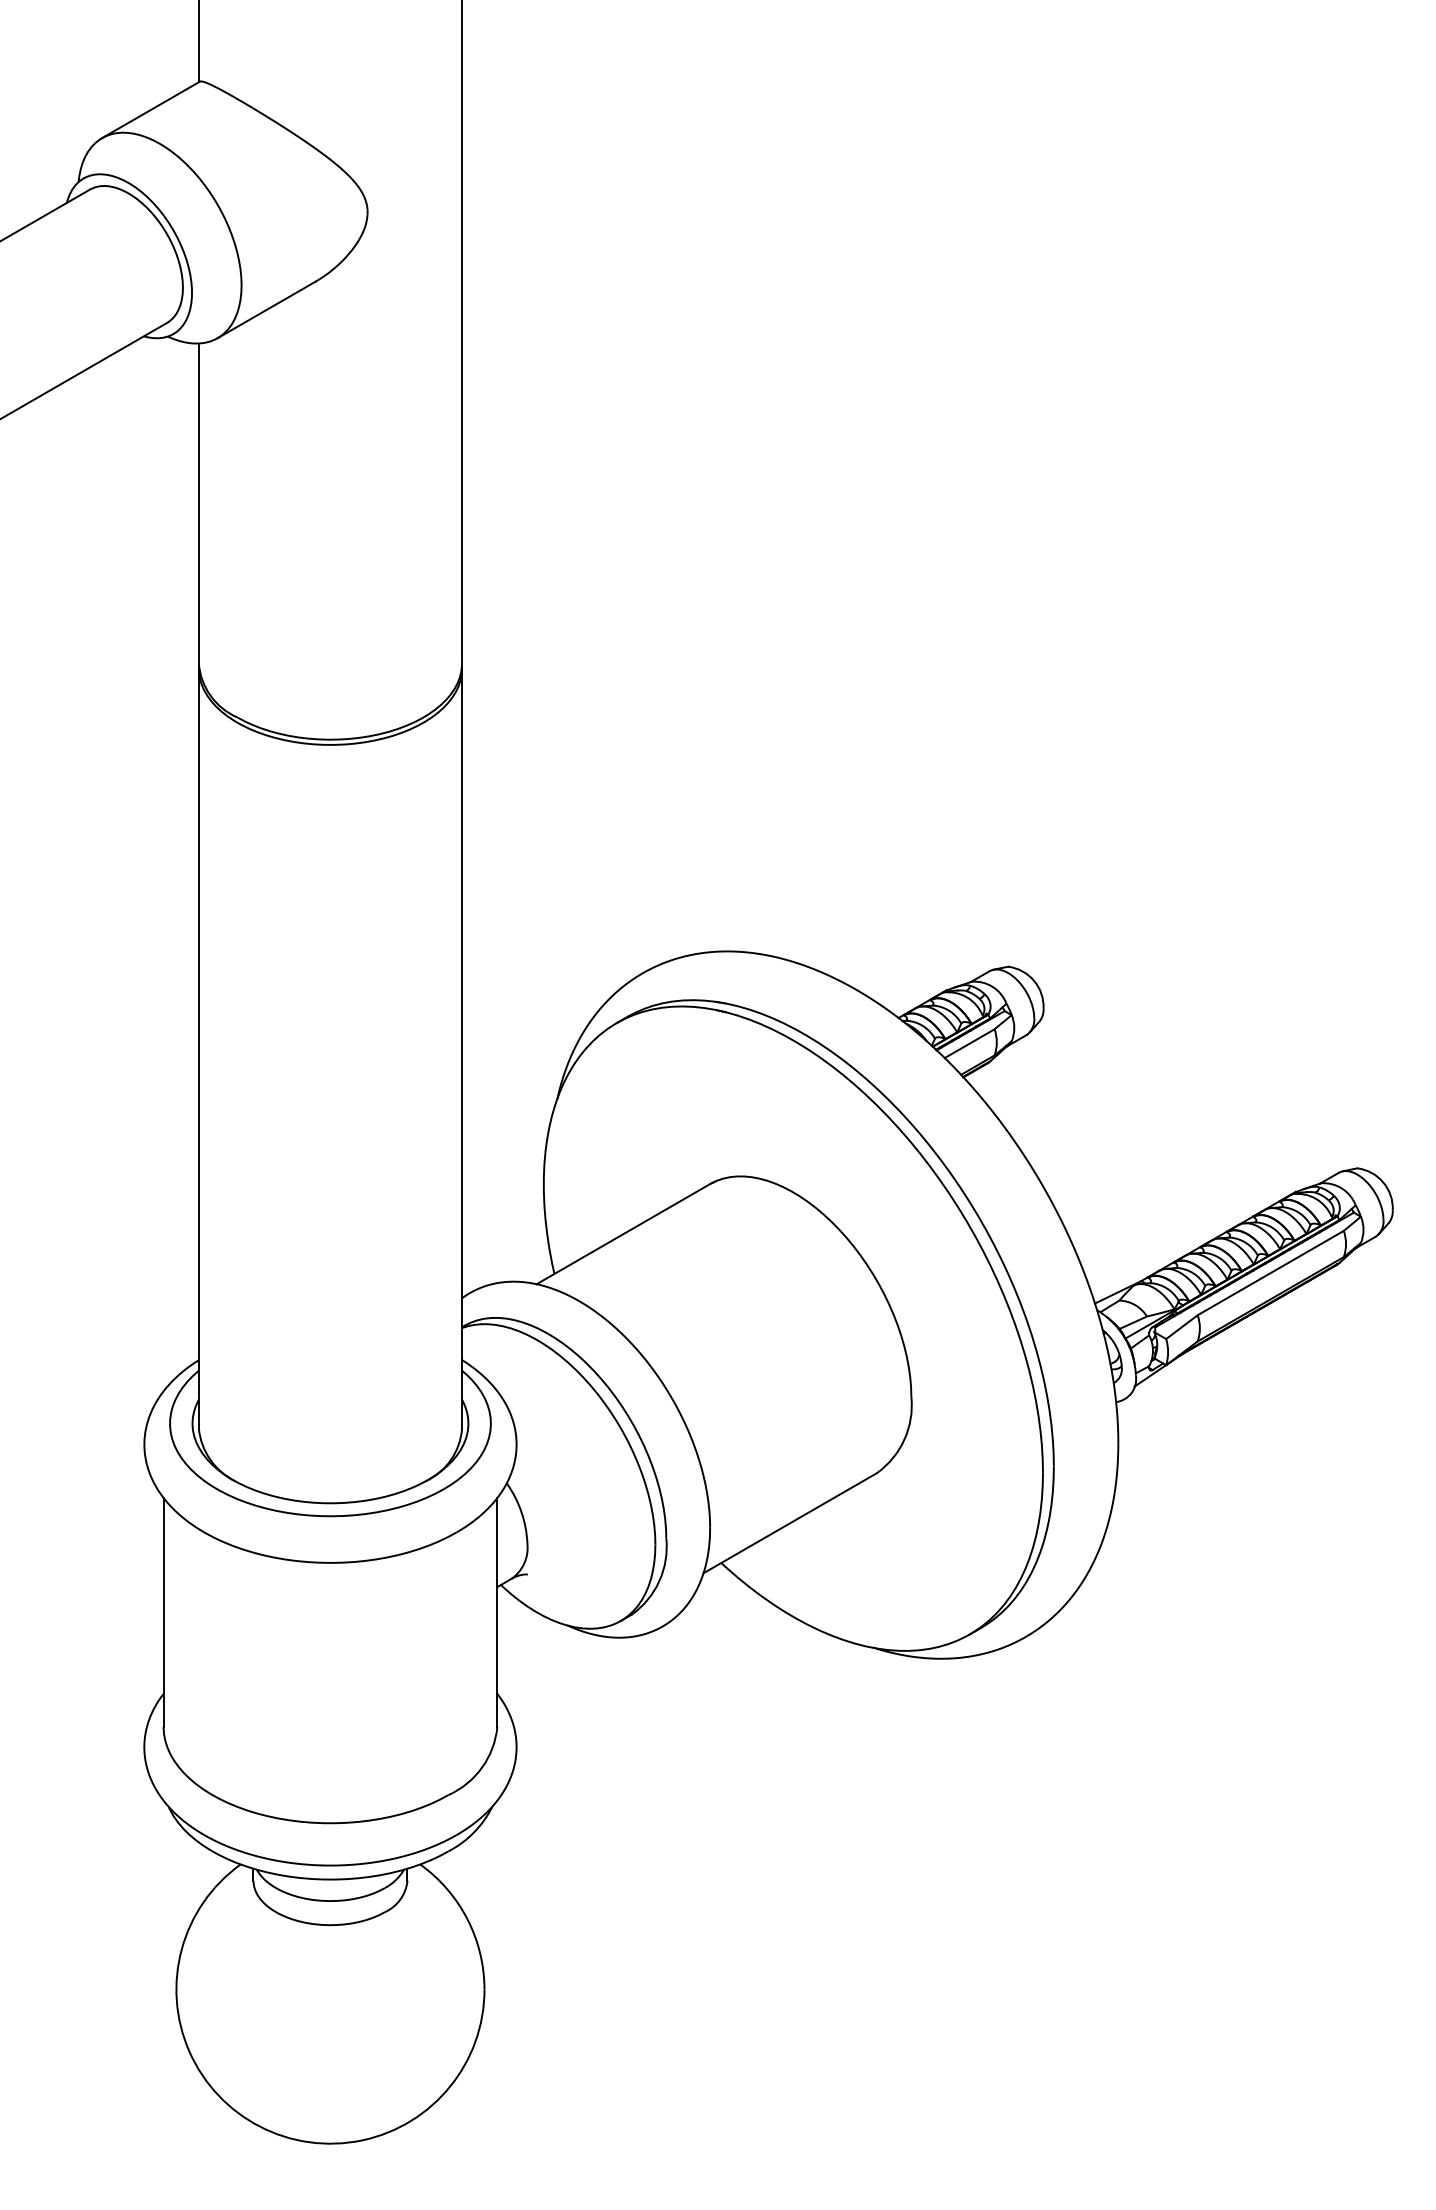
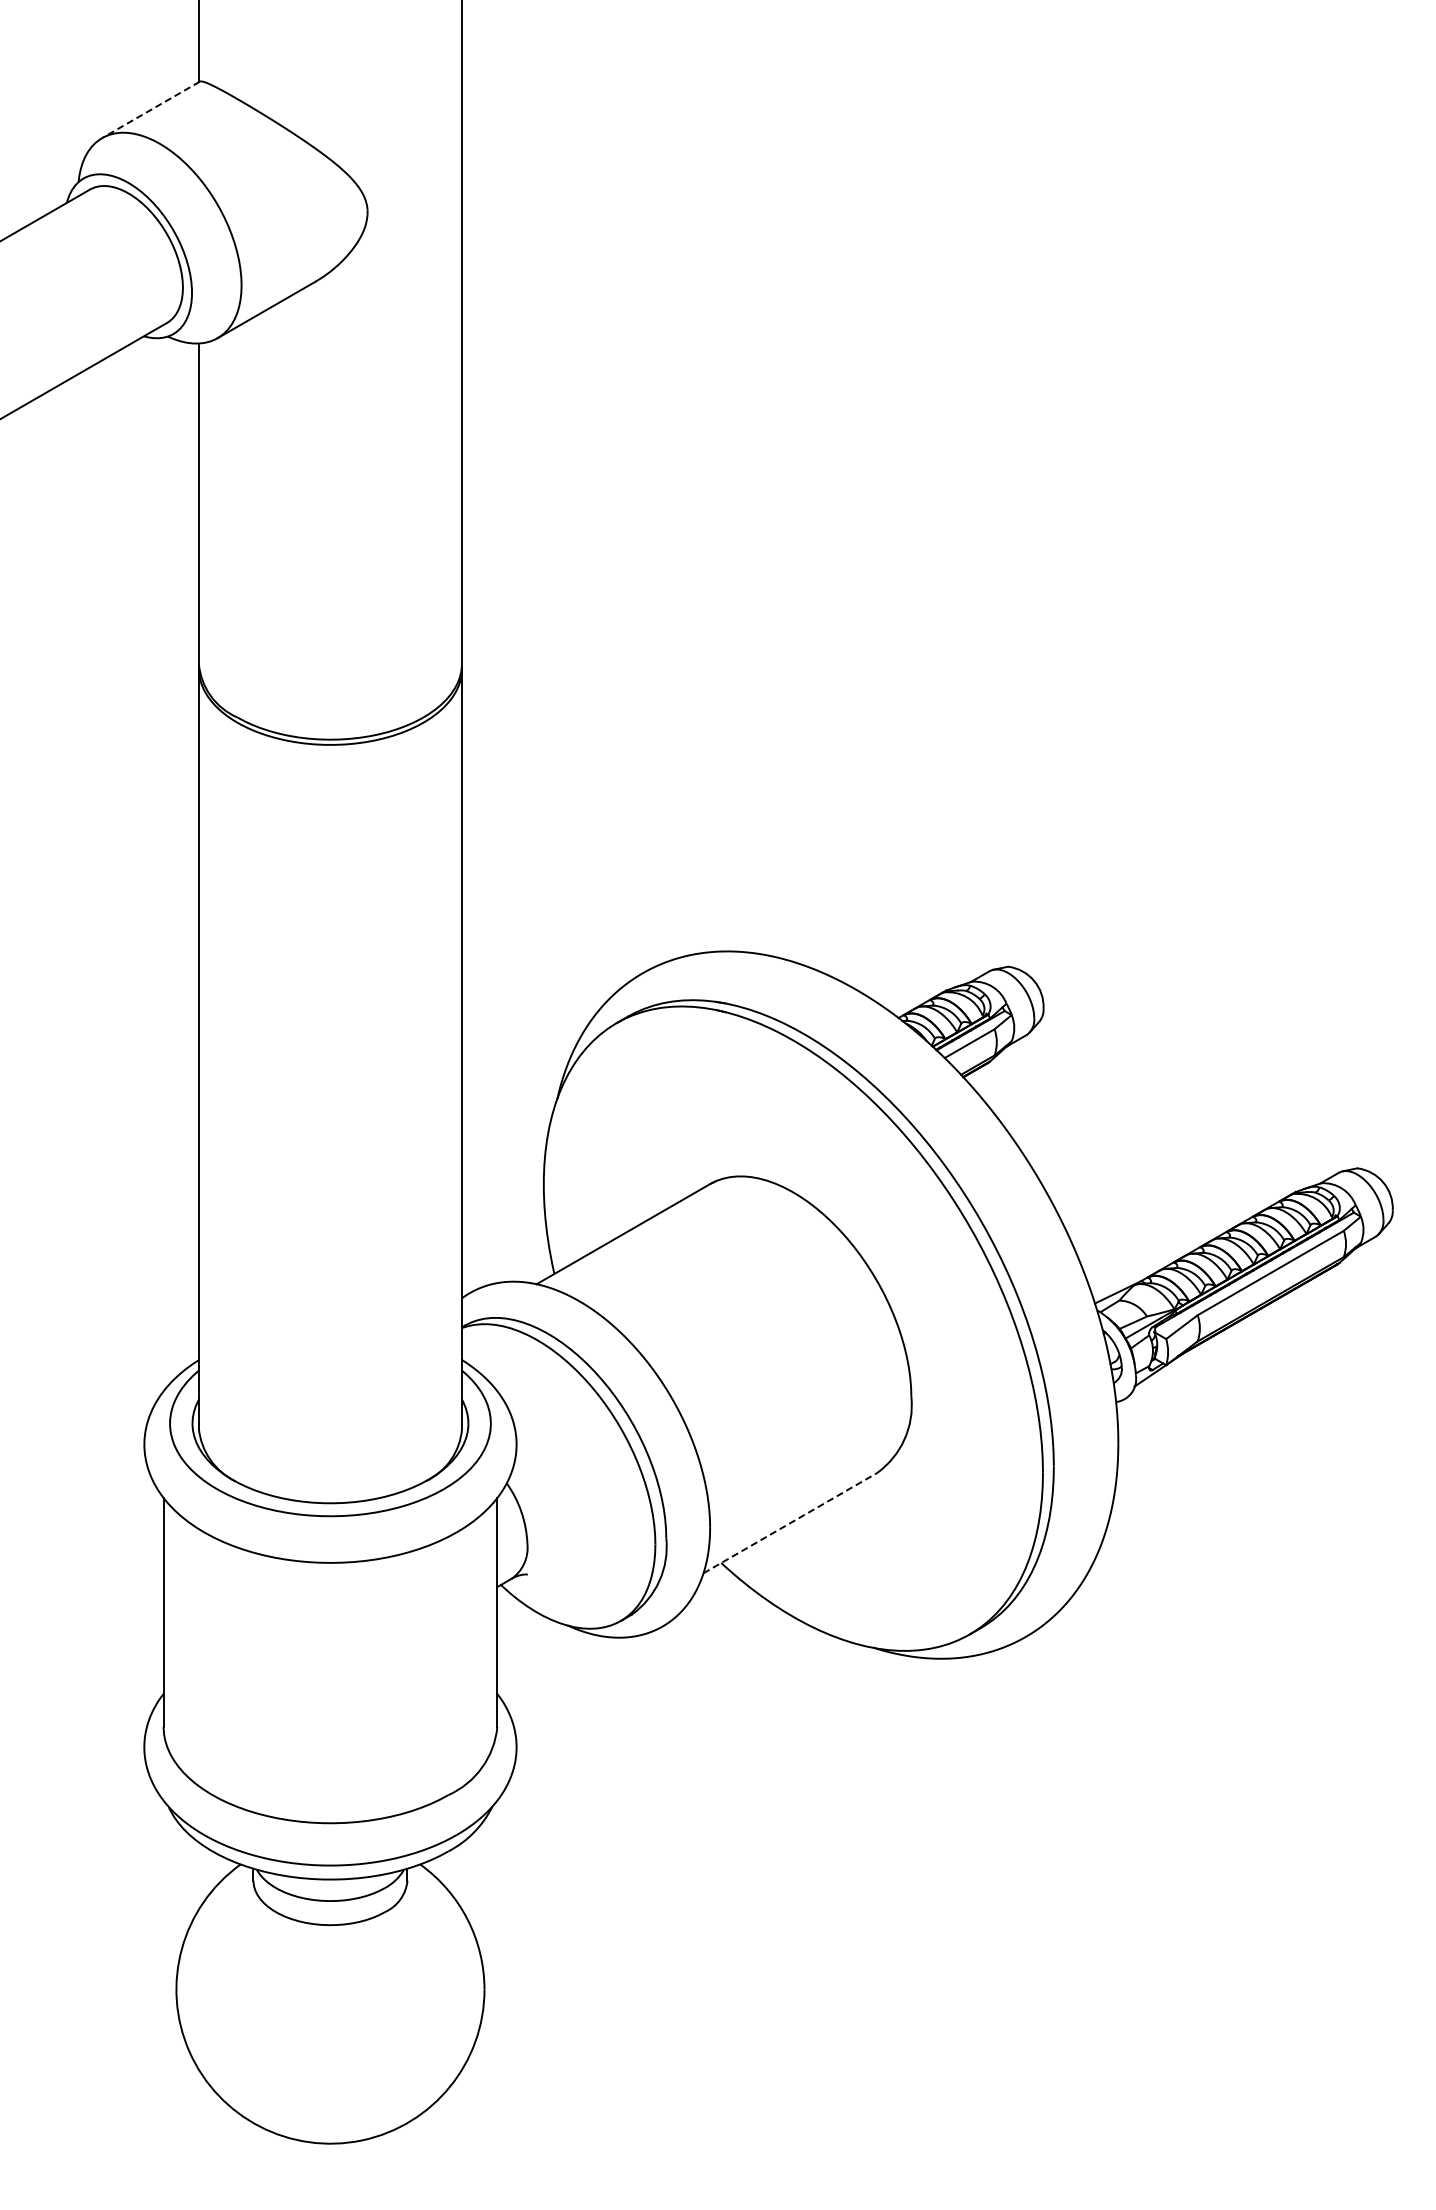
line at (150, 110): solid -> dashed
line at (790, 1523): solid -> dashed
